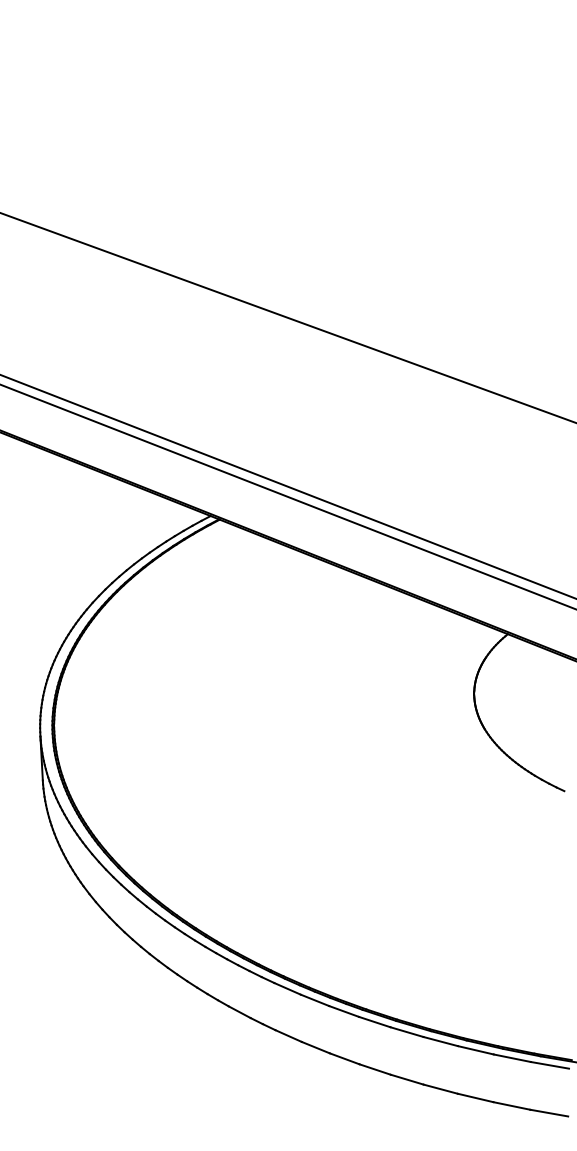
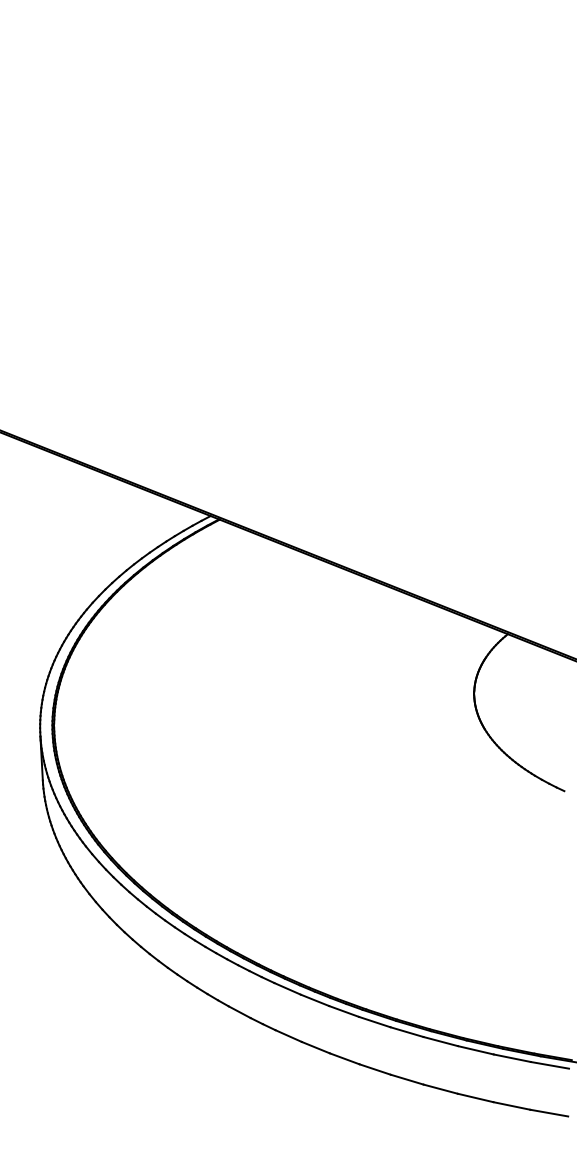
line at (287, 317): present -> none
line at (287, 486): present -> none
line at (287, 496): present -> none
